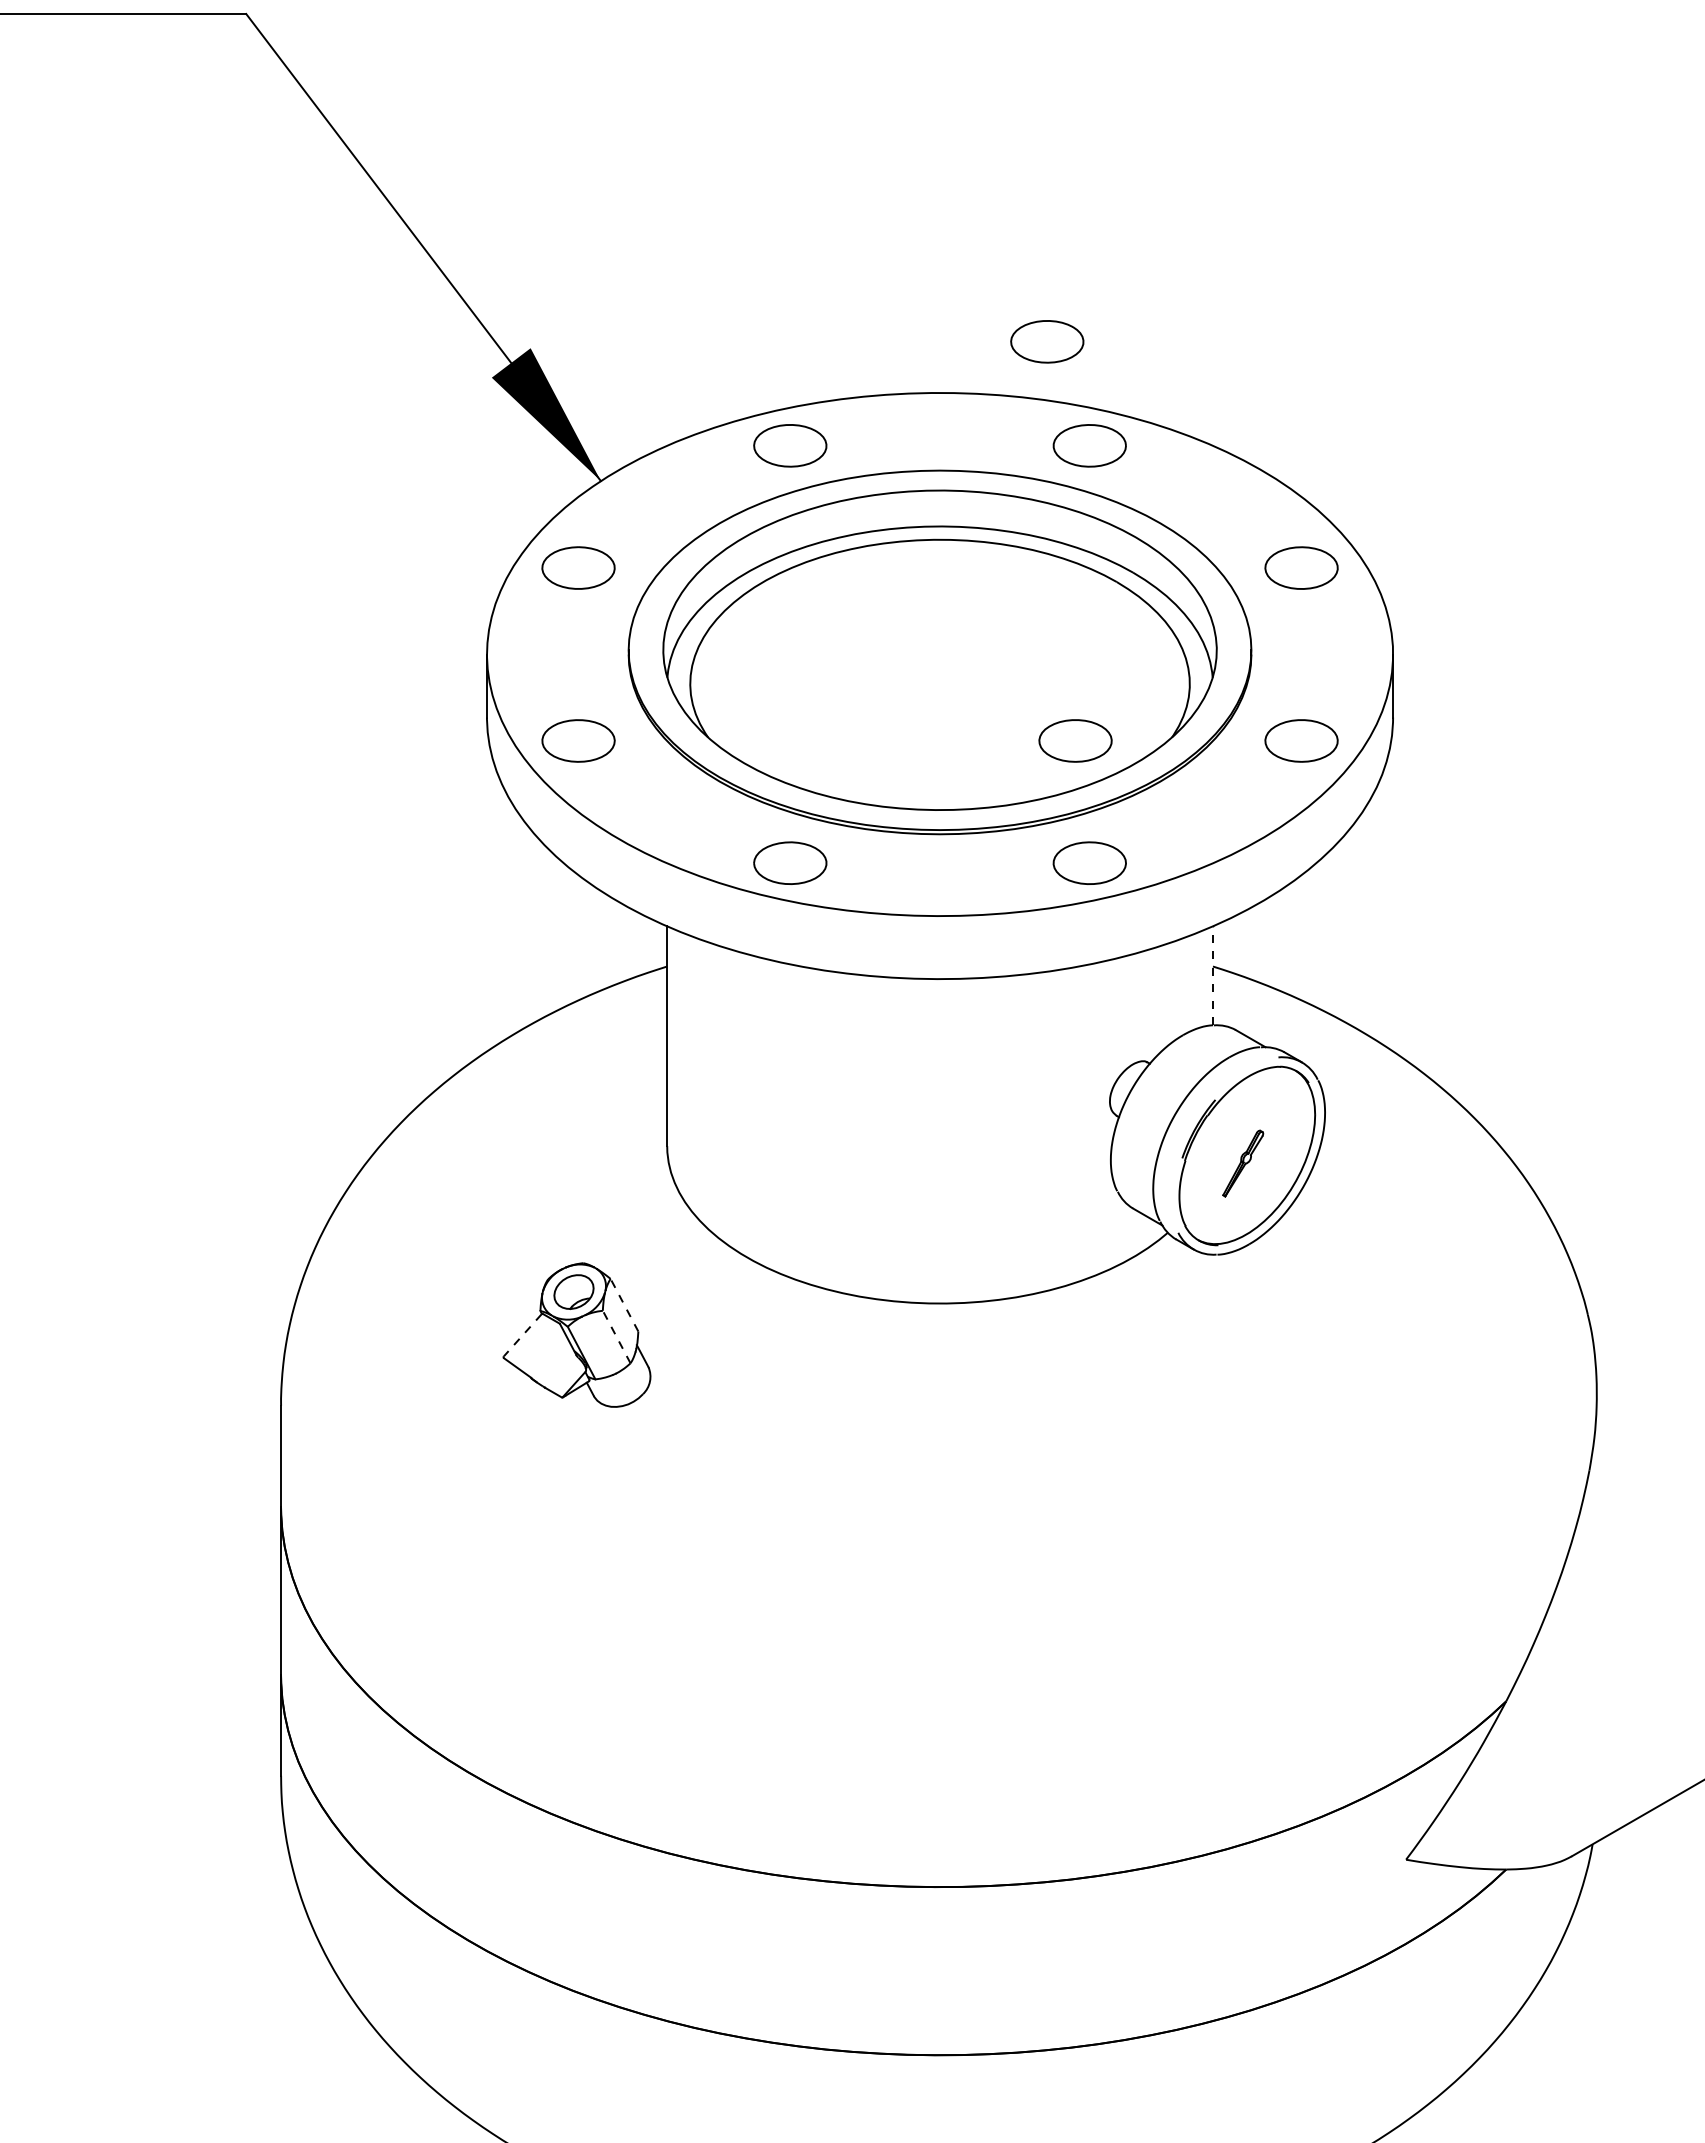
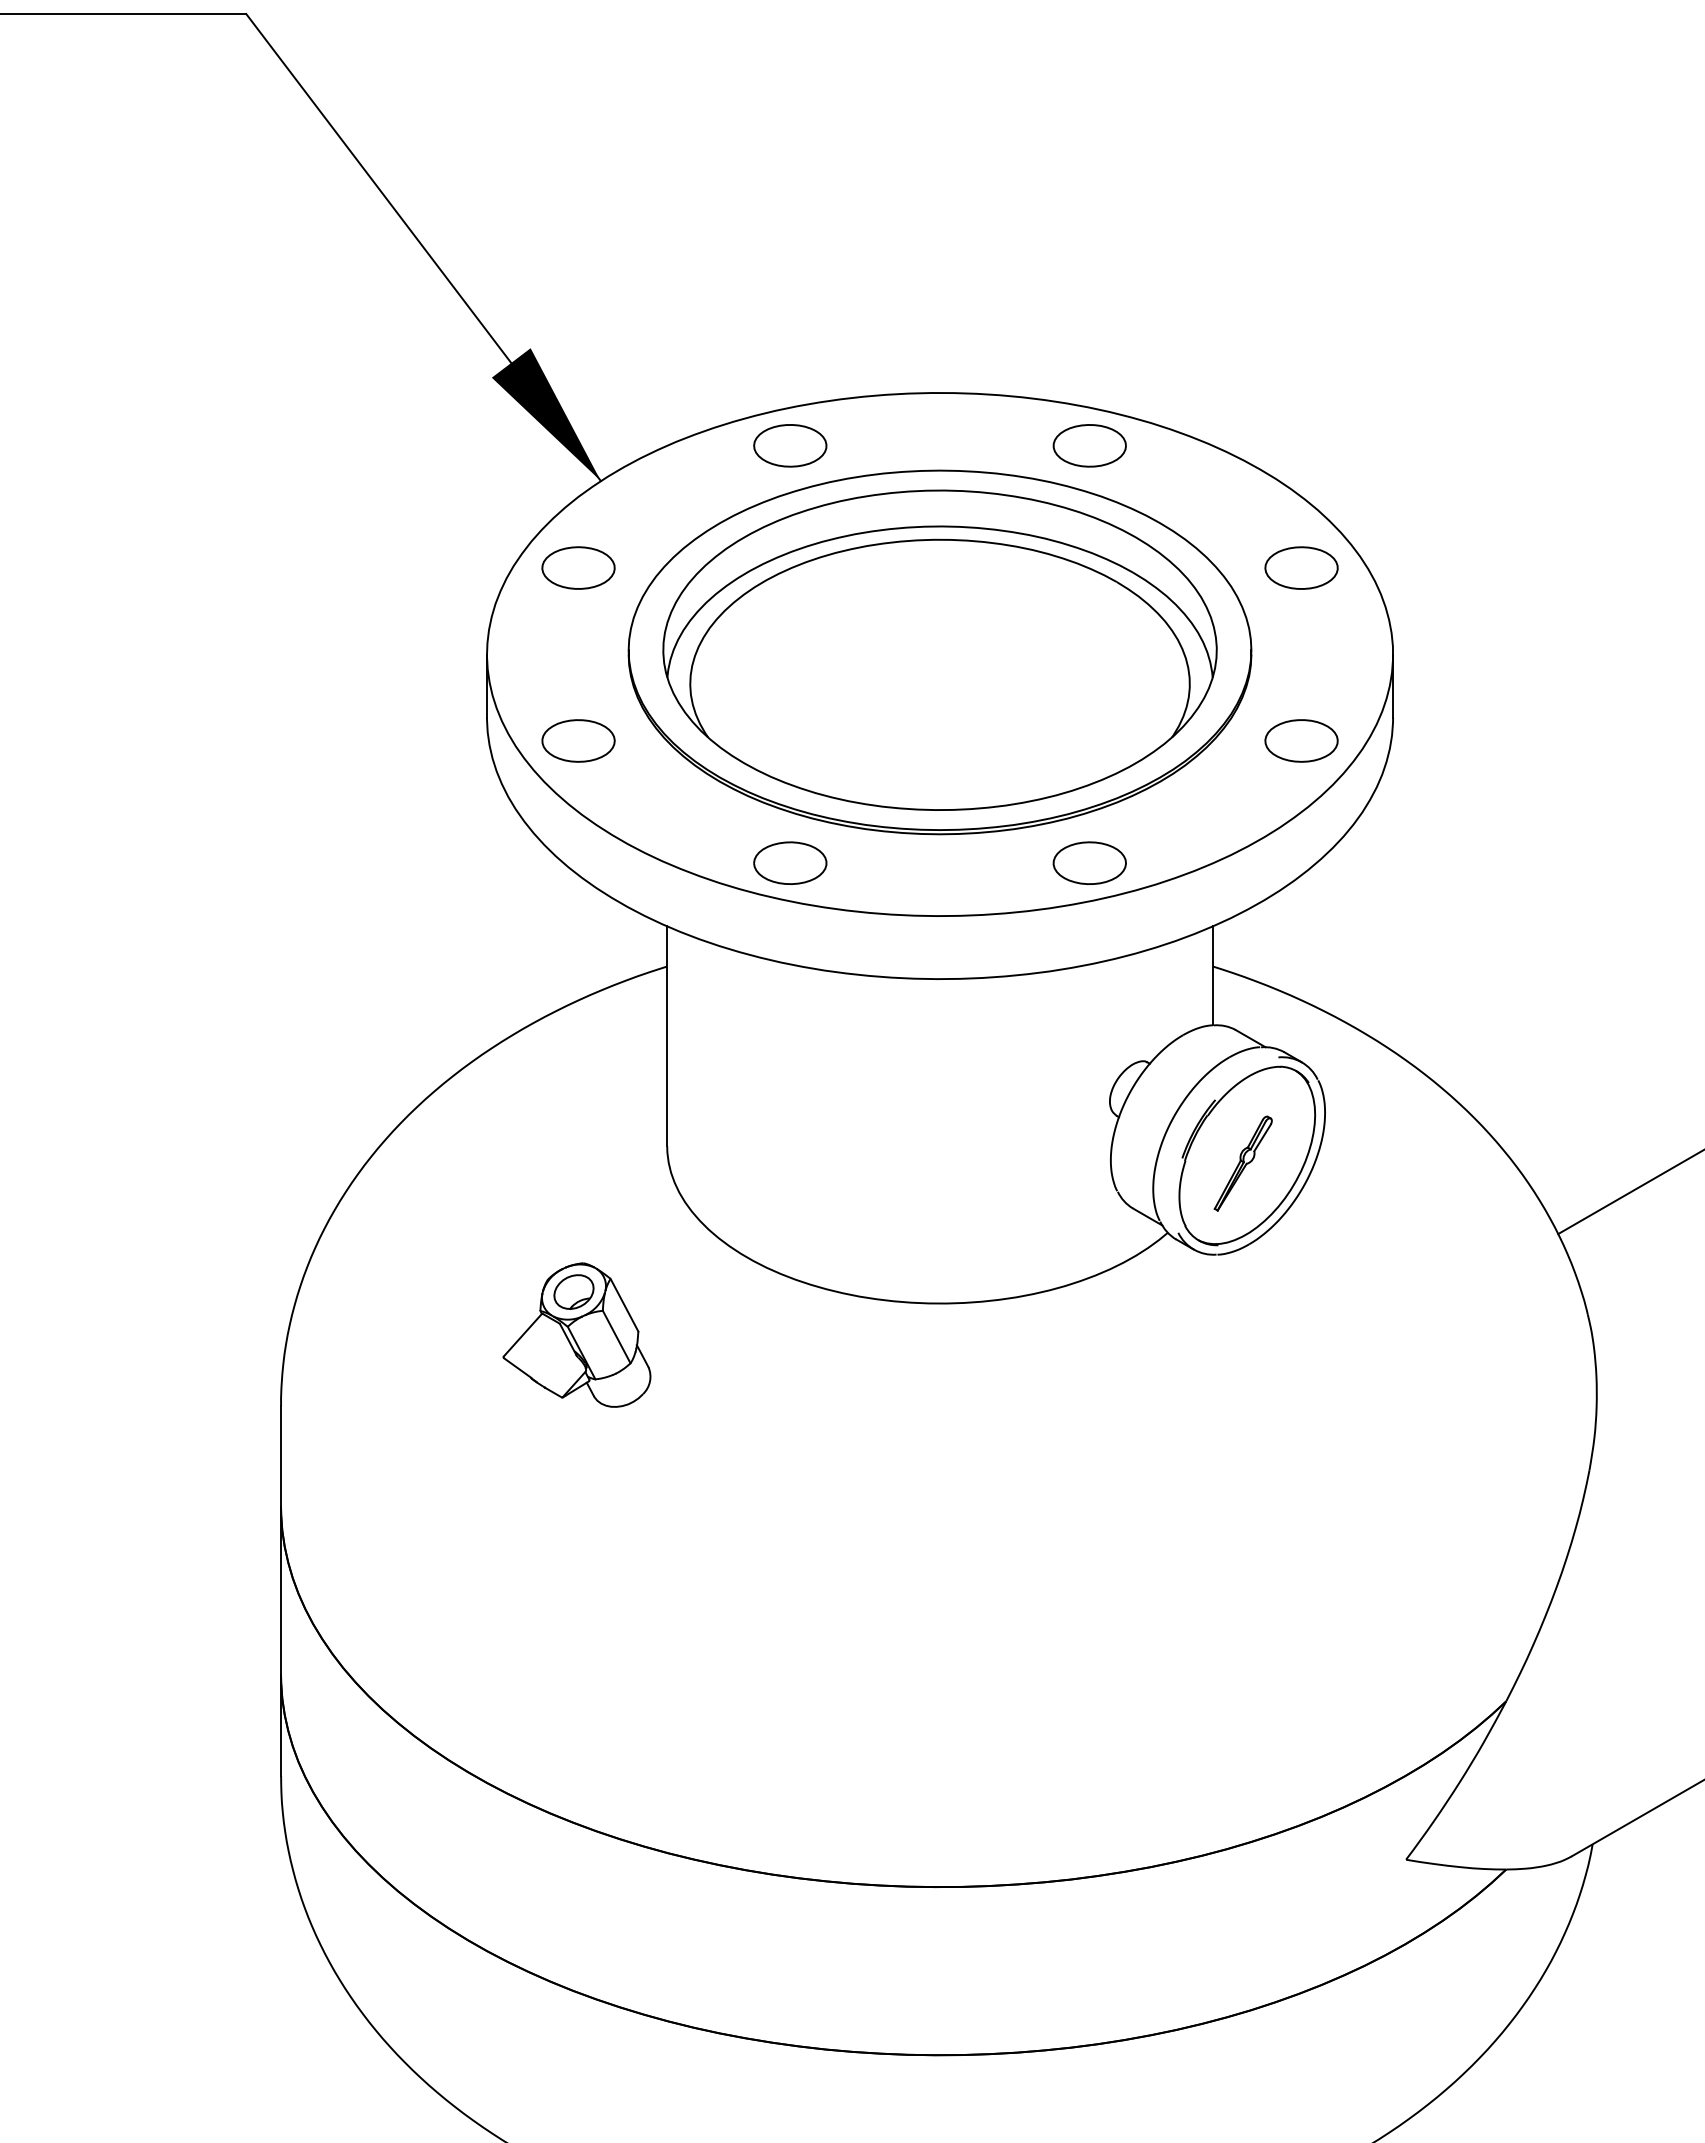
part at (1047, 341): present -> none
part at (1075, 740): present -> none
line at (1212, 975): dashed -> solid
part at (1243, 1163) size: 43x69 px -> 60x97 px
line at (1629, 1192): none -> present
line at (624, 1305): dashed -> solid
line at (522, 1335): dashed -> solid
line at (616, 1337): dashed -> solid
